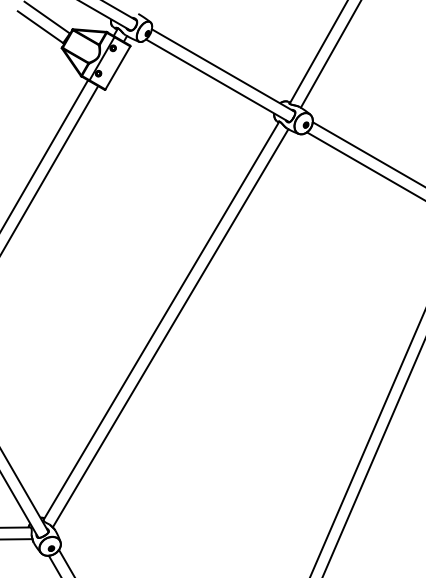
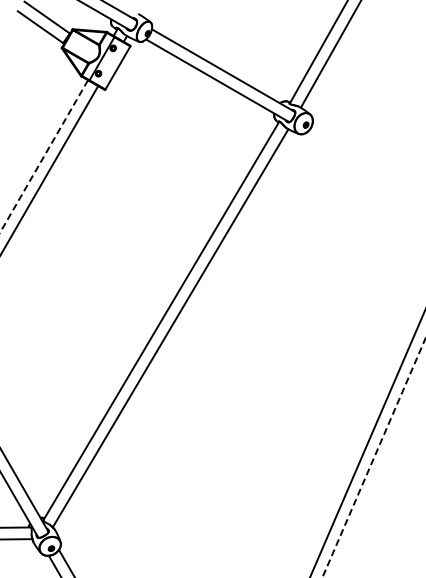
line at (367, 153): present -> none
line at (44, 156): solid -> dashed
line at (364, 165): present -> none
line at (373, 458): solid -> dashed
